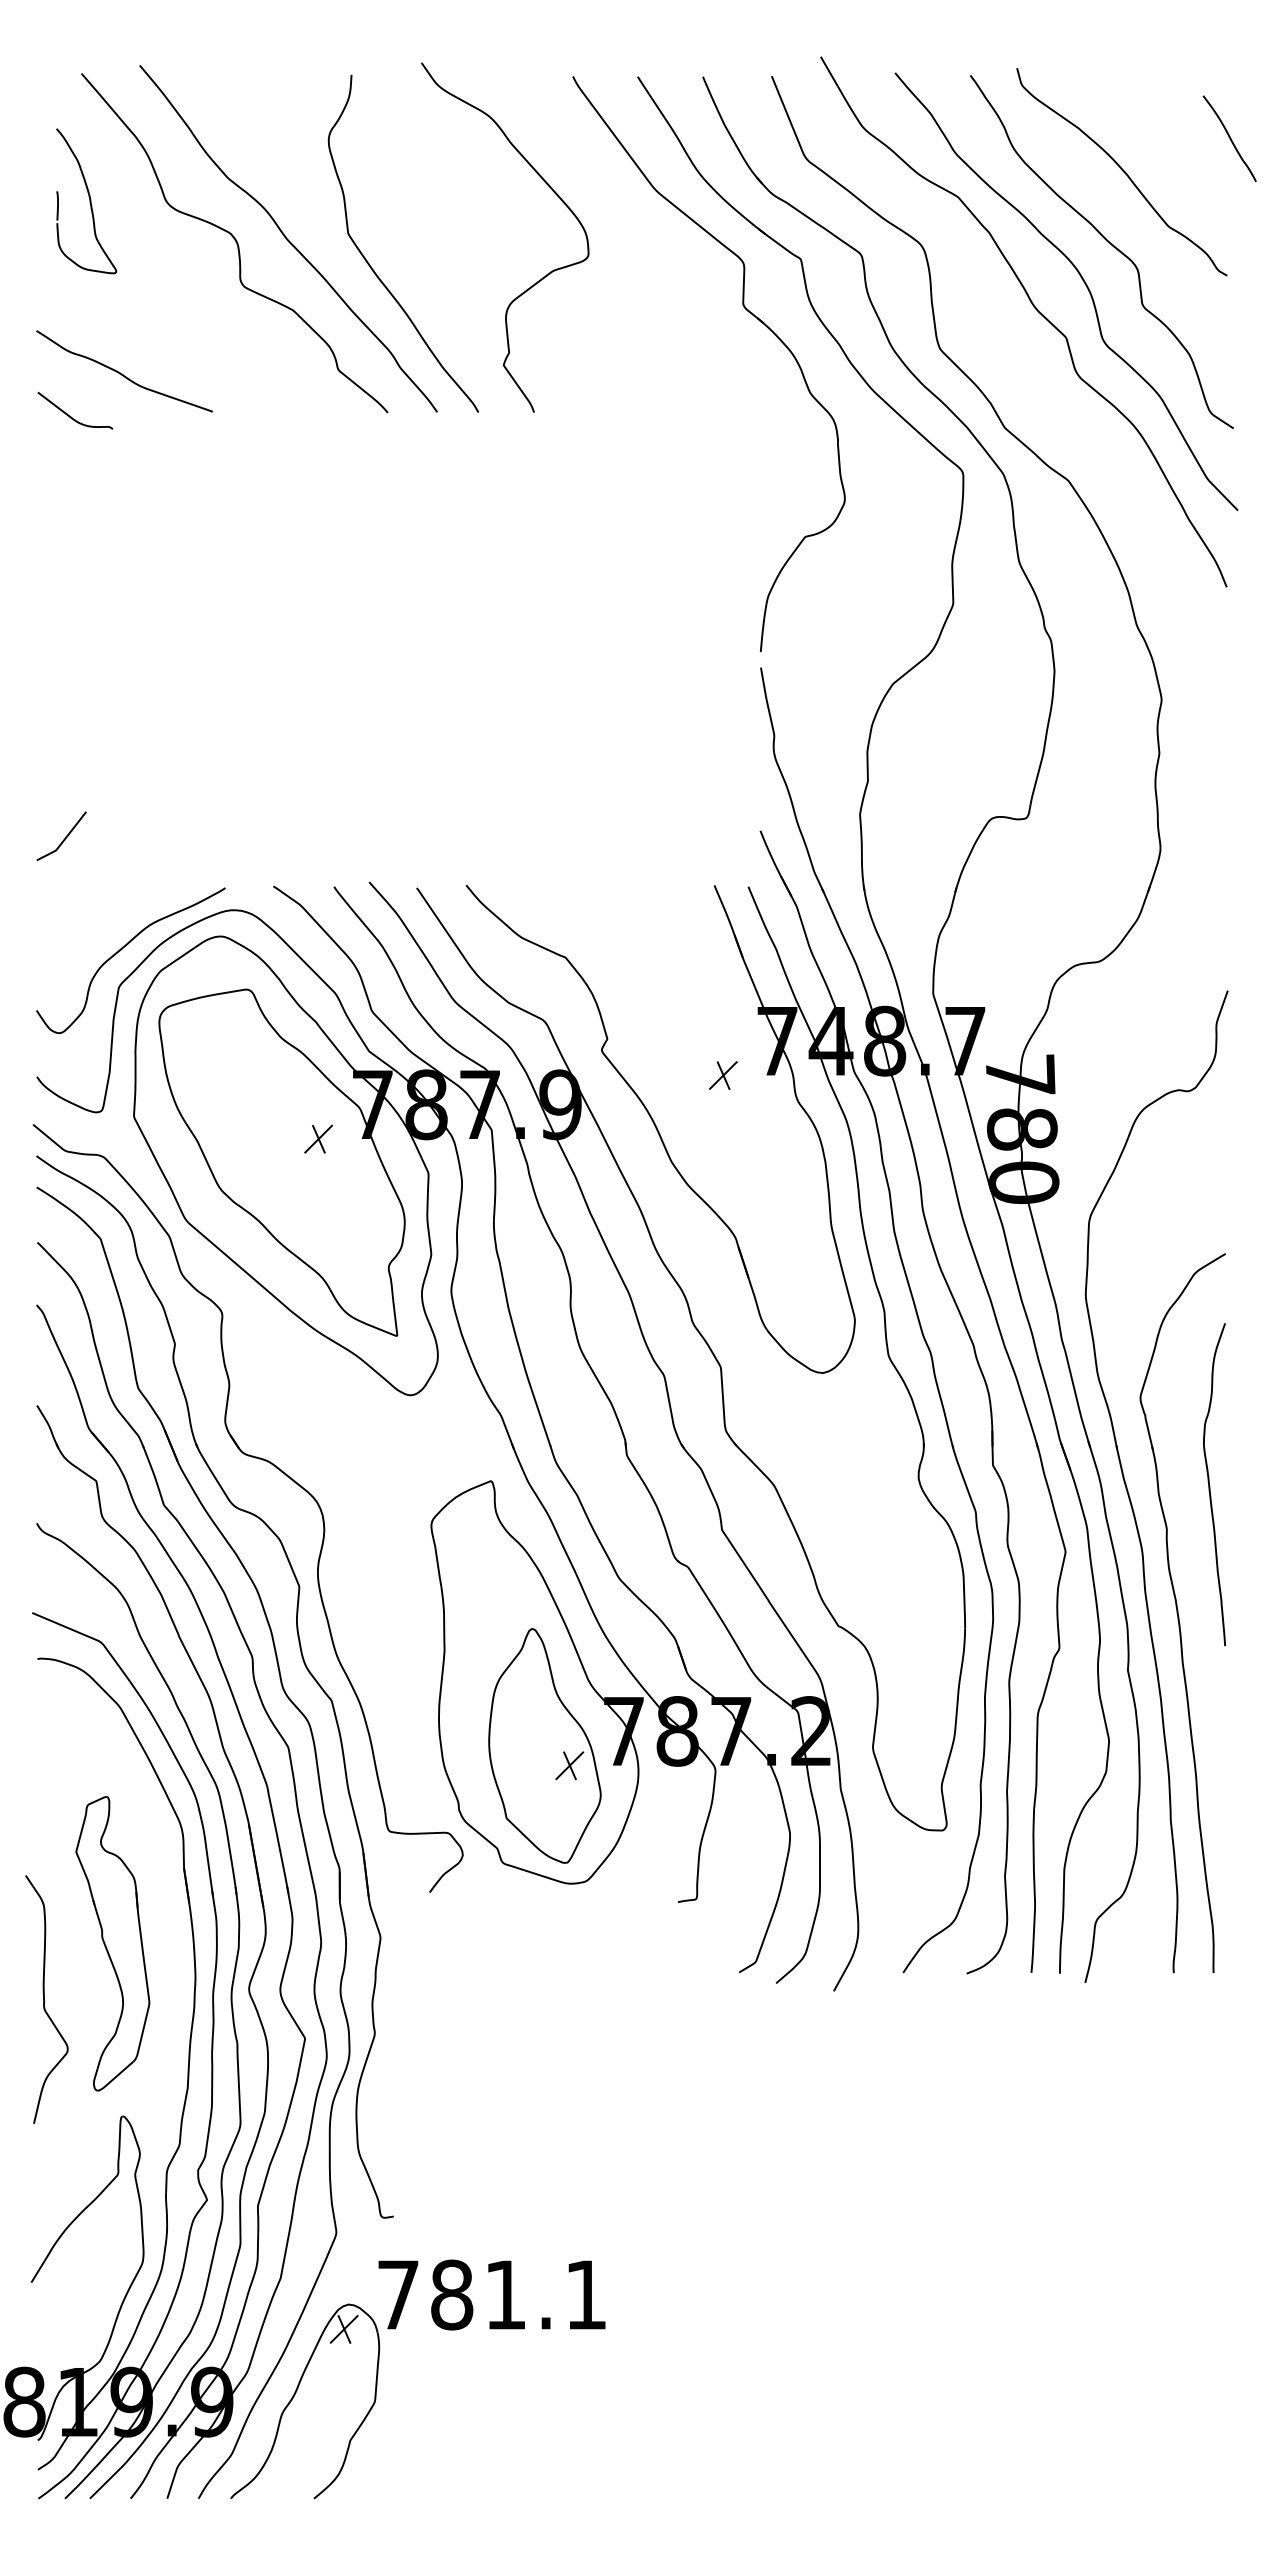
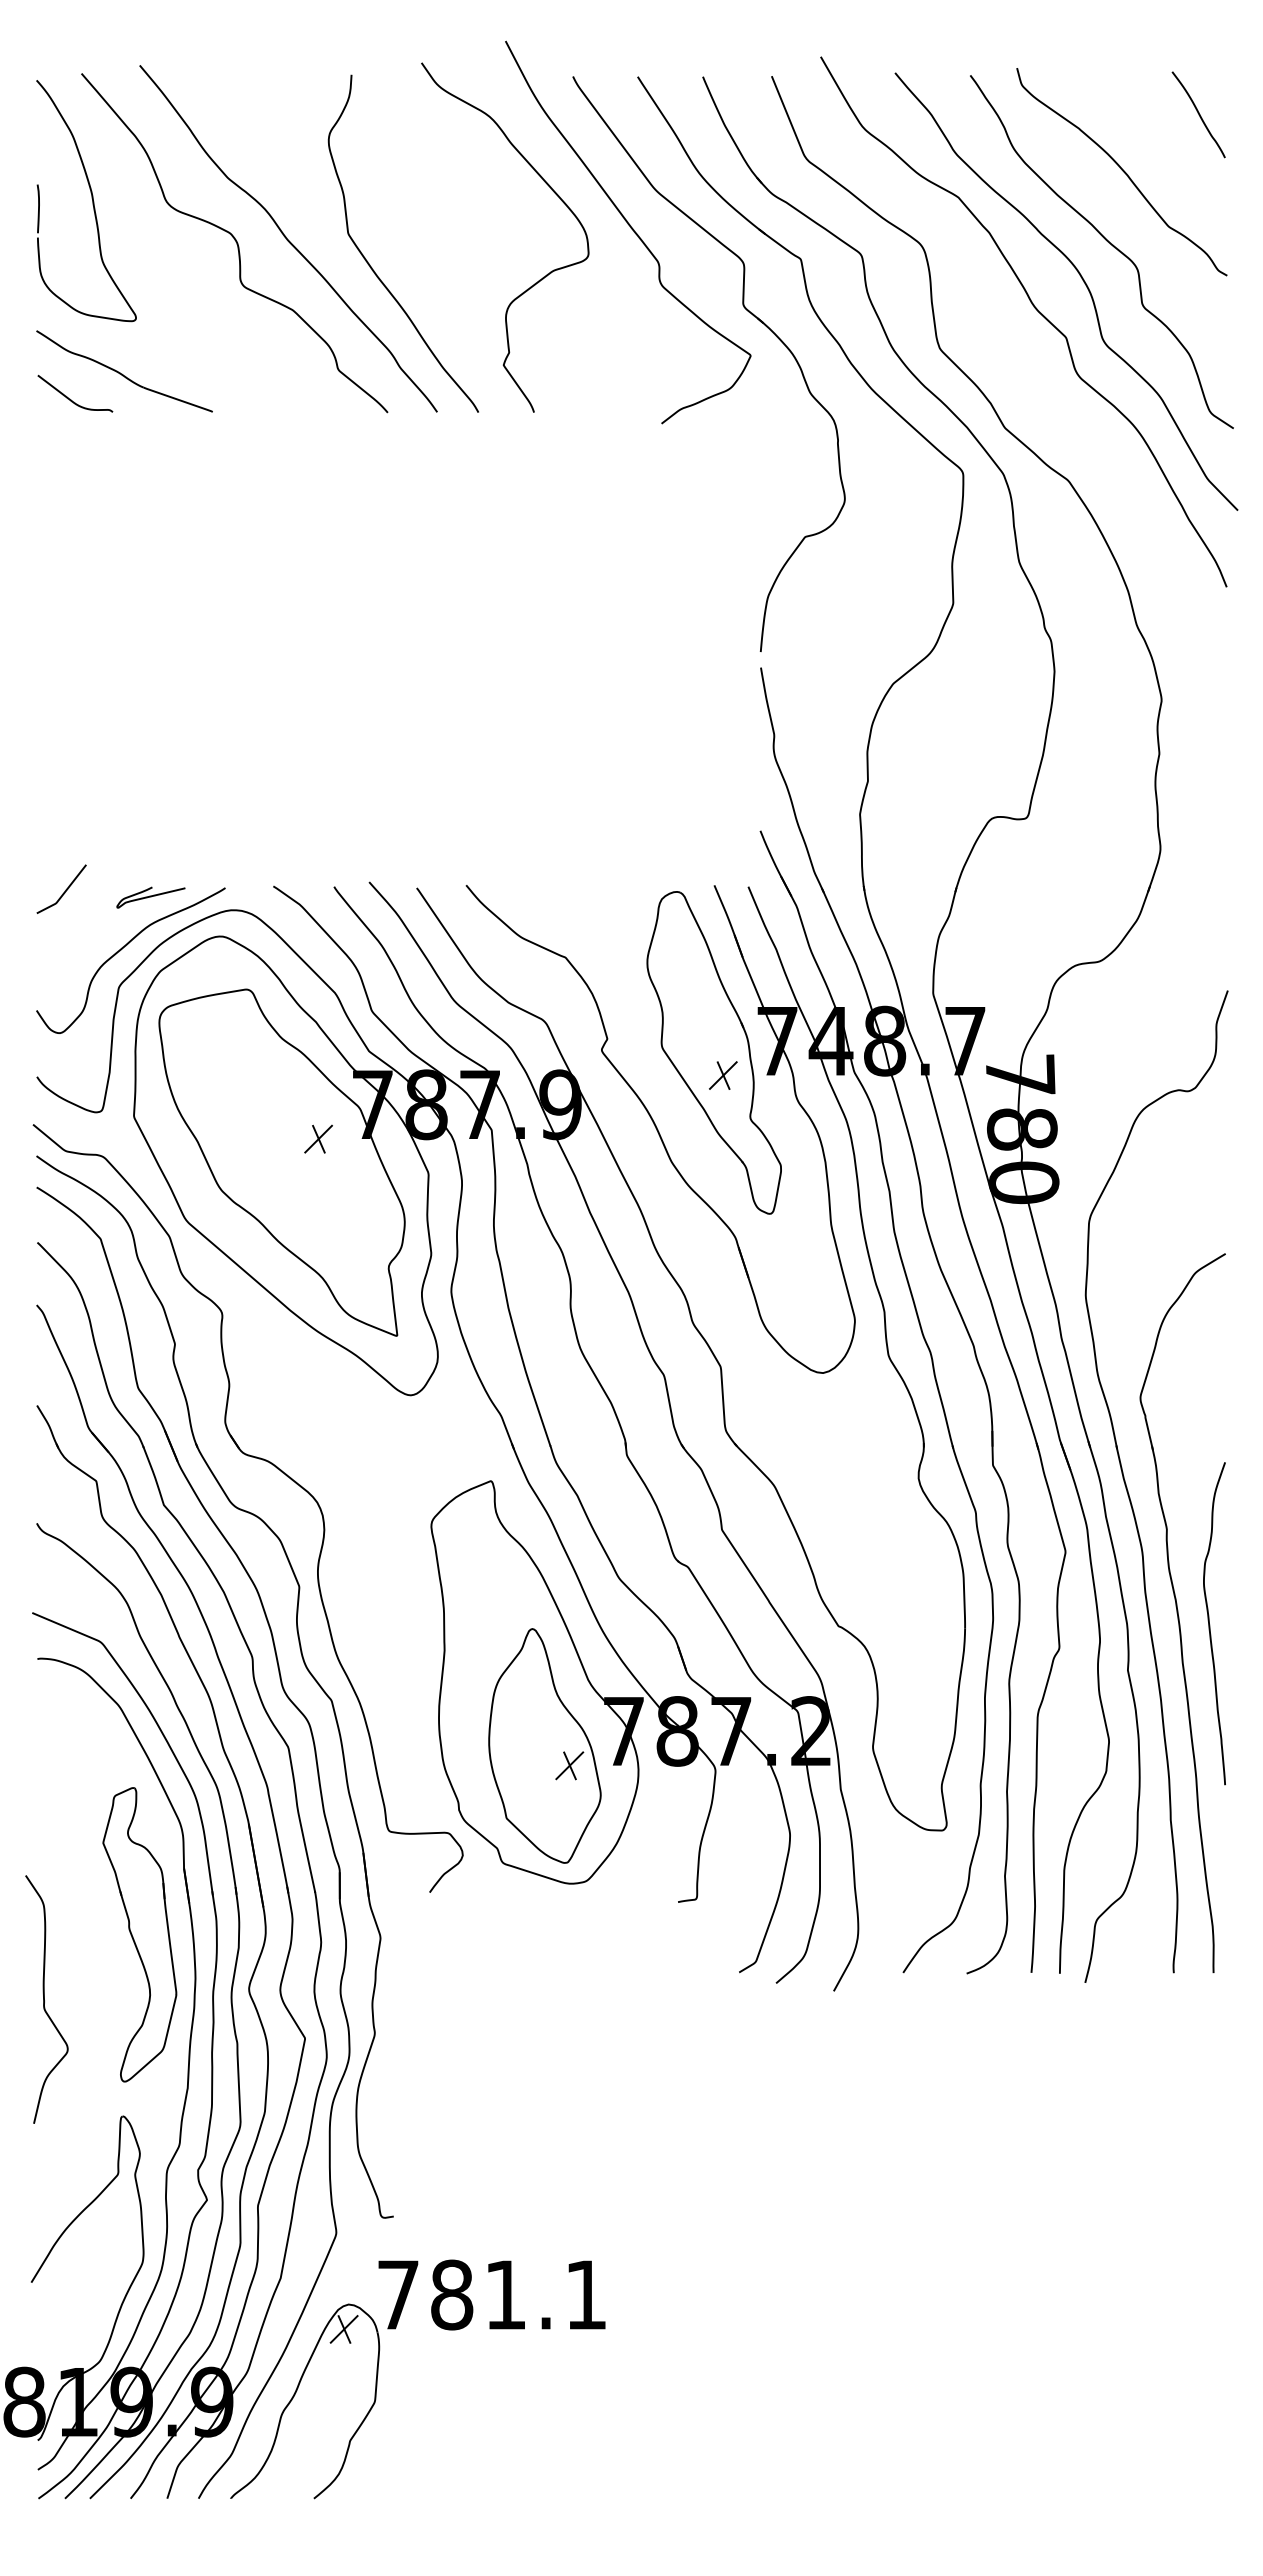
curve at (1229, 138) position: (1229, 138) -> (1198, 114)
part at (86, 201) size: 62x147 px -> 101x243 px
curve at (631, 229): none -> present
curve at (71, 416) position: (71, 416) -> (71, 399)
curve at (65, 836) position: (65, 836) -> (65, 889)
curve at (150, 897): none -> present
part at (713, 1052): none -> present
curve at (1210, 1485) position: (1210, 1485) -> (1210, 1624)
part at (112, 1943) position: (112, 1943) -> (139, 1934)
